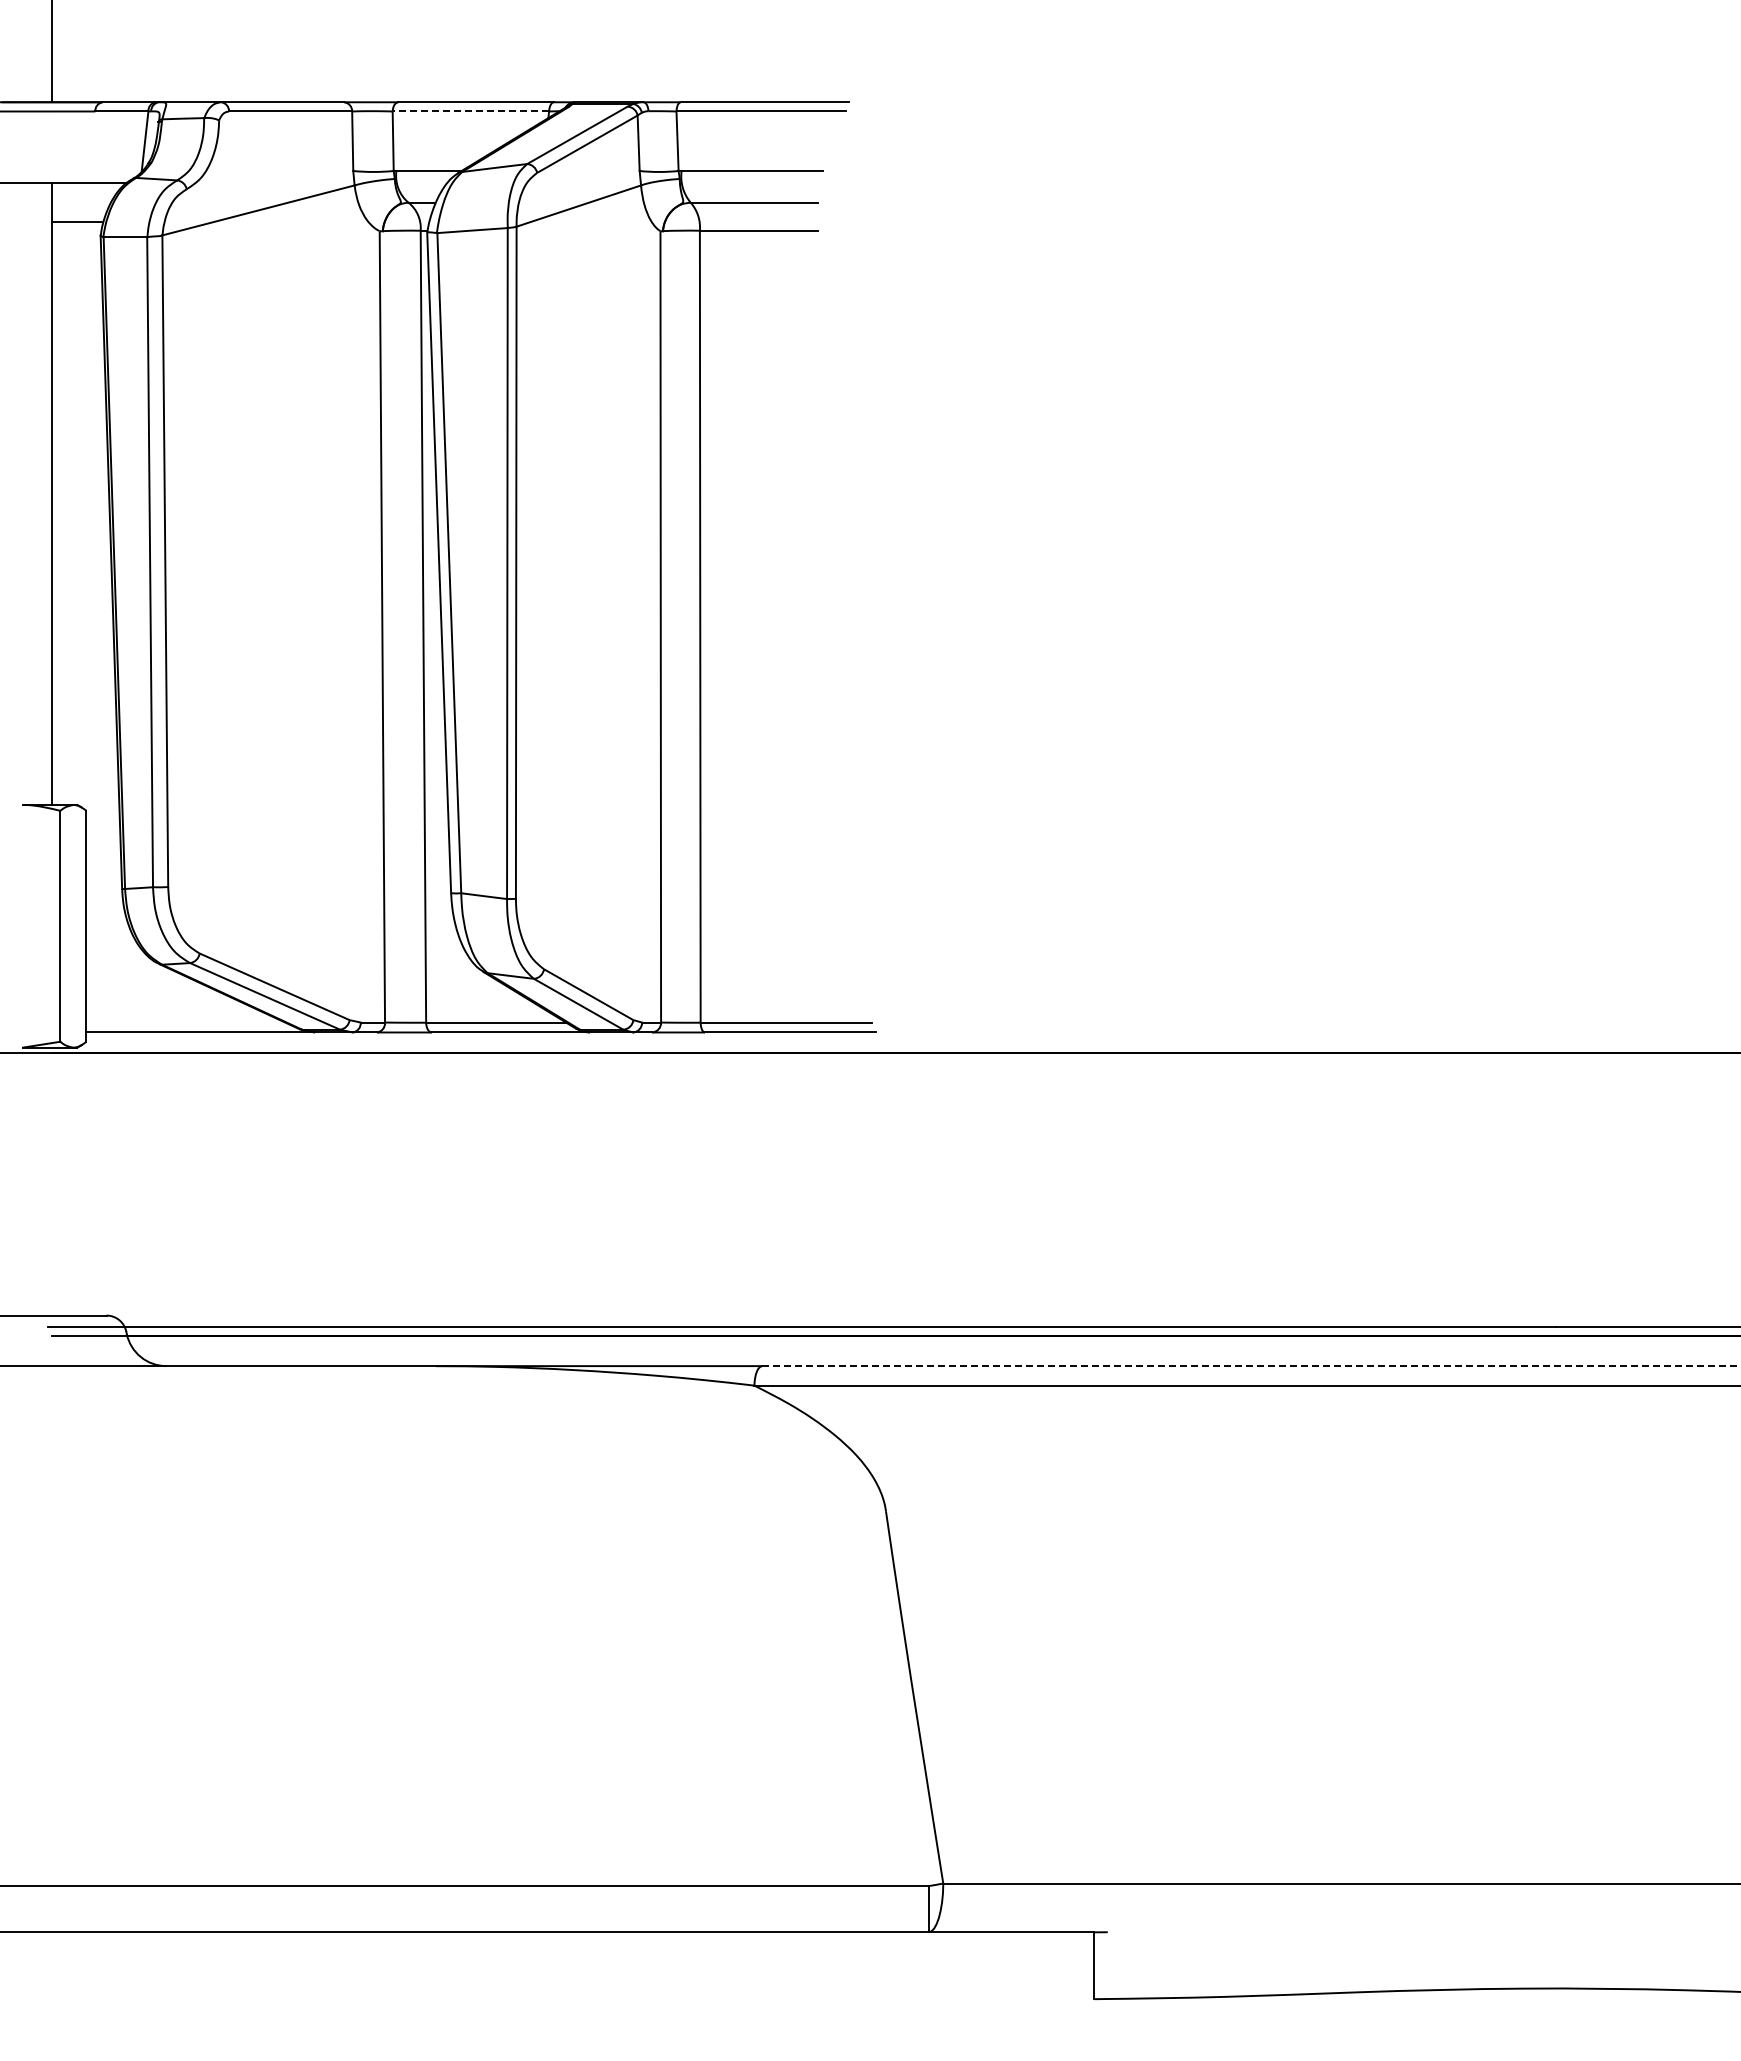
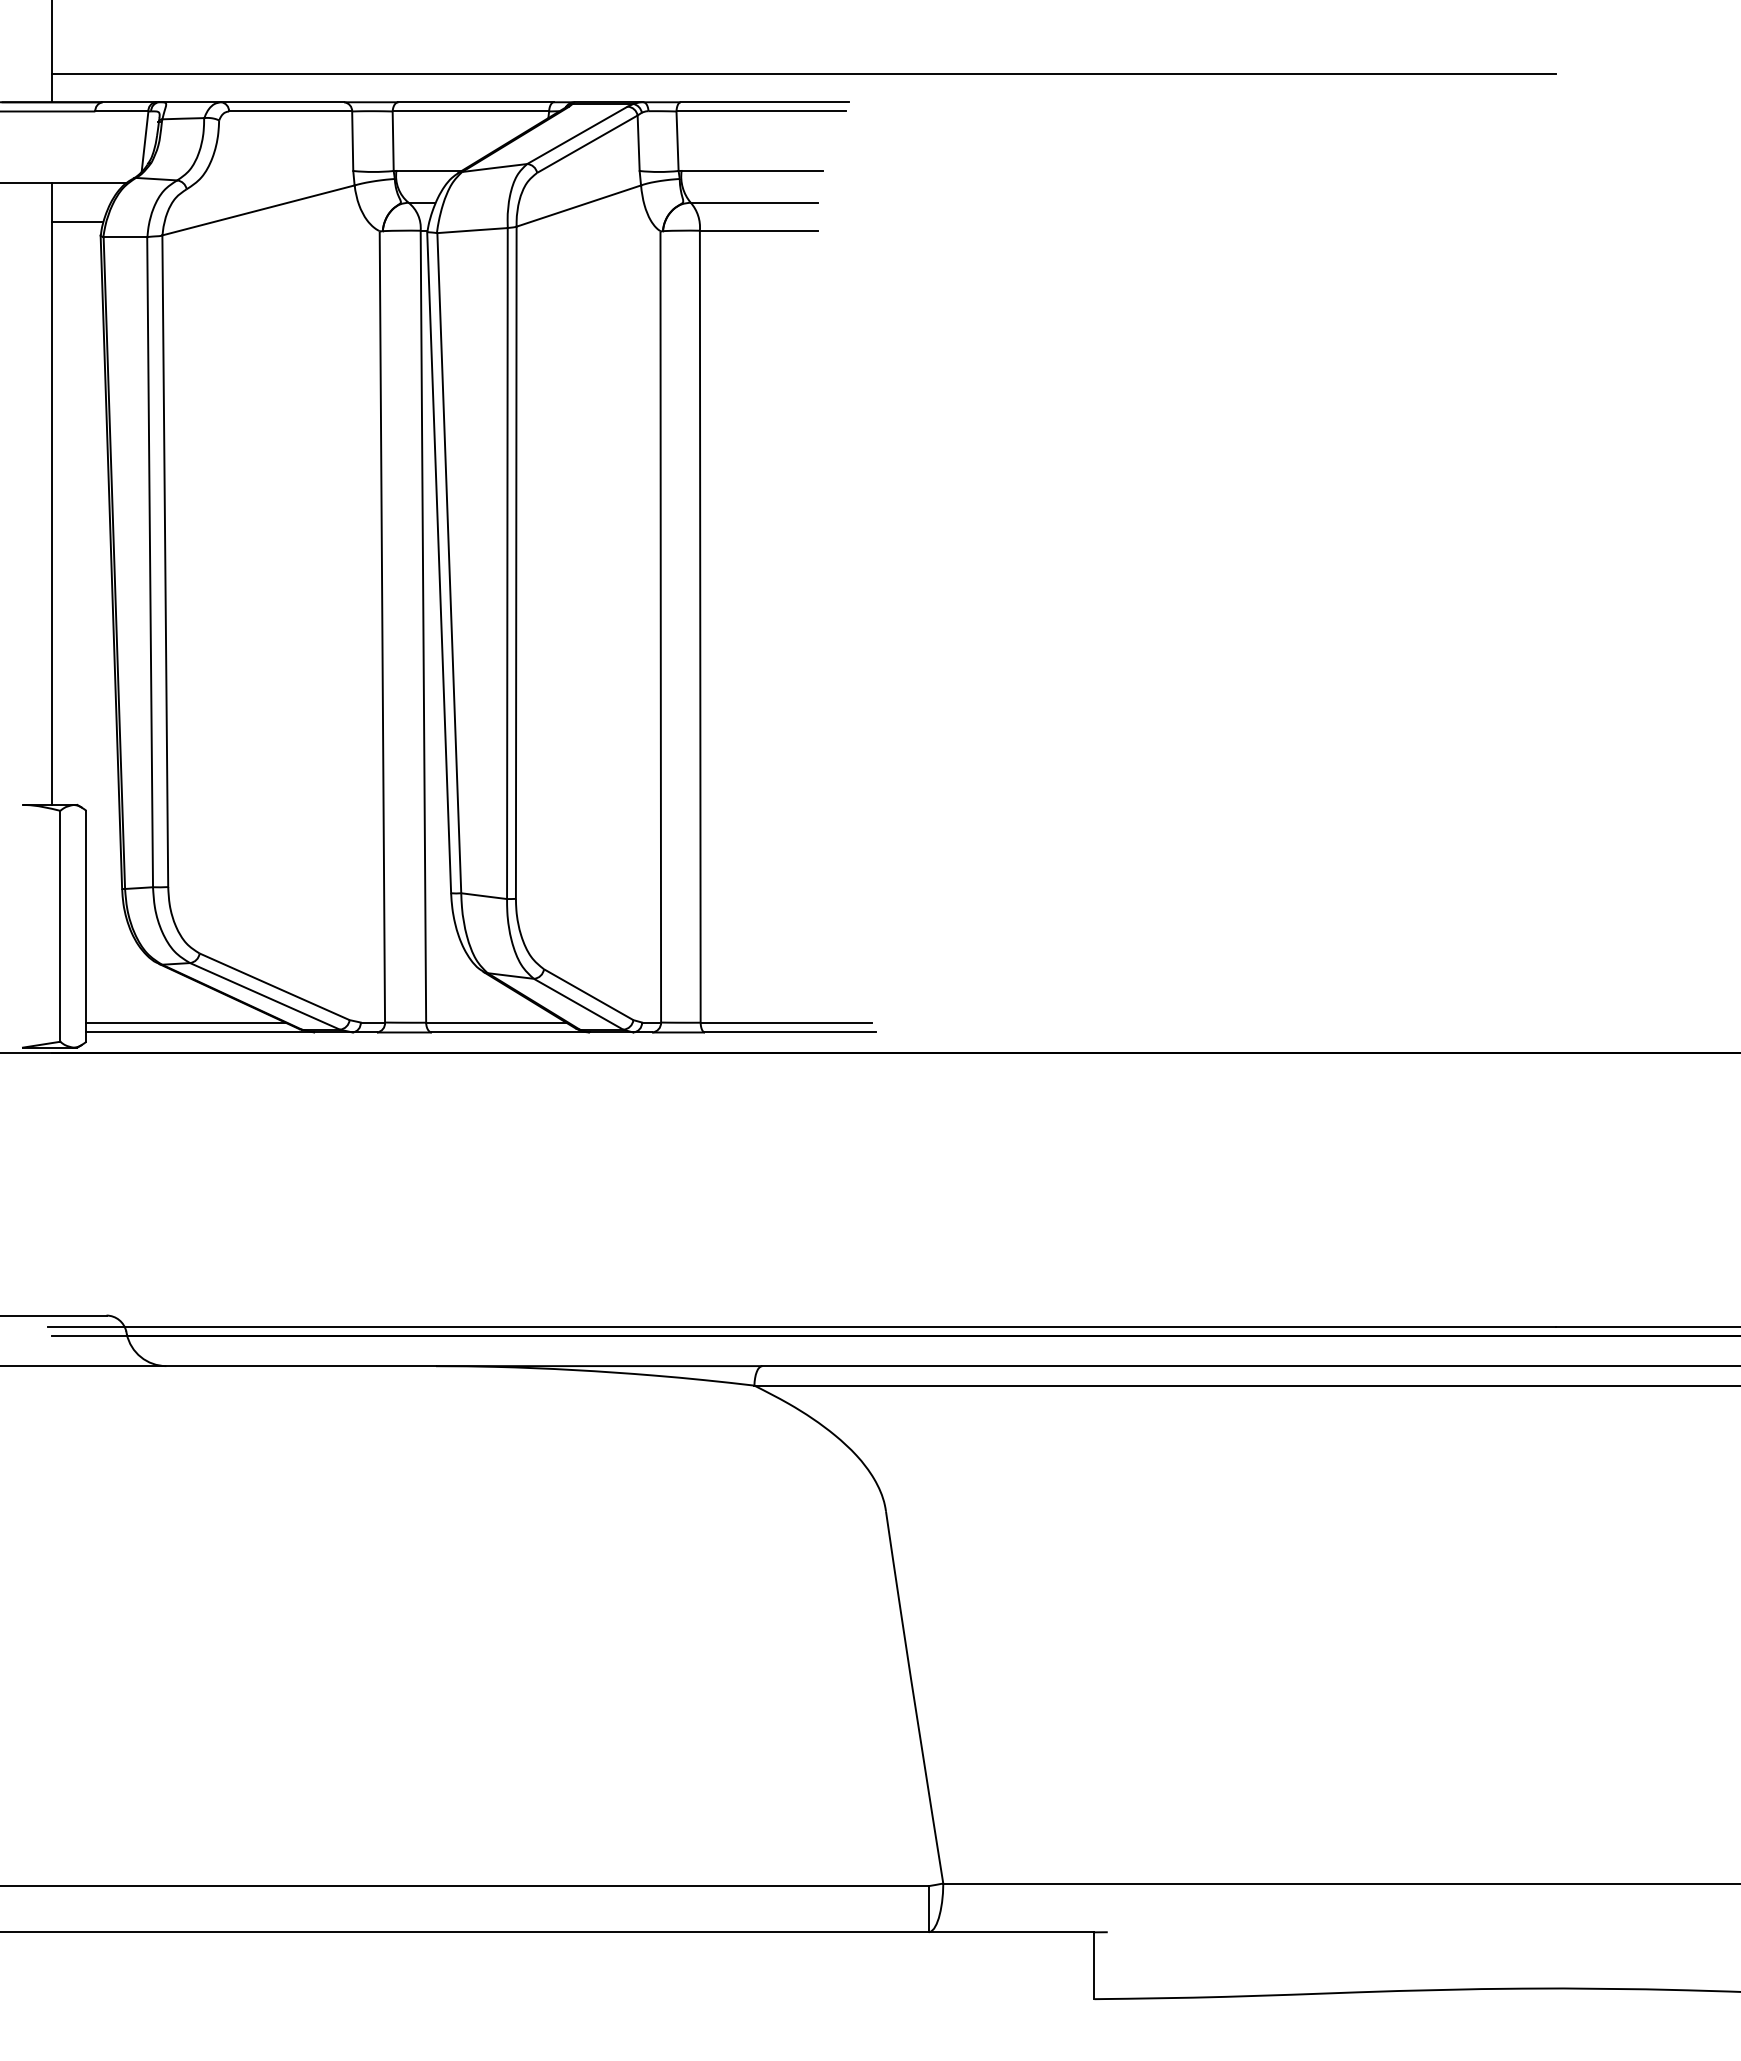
line at (804, 74): none -> present
line at (470, 111): dashed -> solid
line at (185, 1022): none -> present
line at (1252, 1366): dashed -> solid
